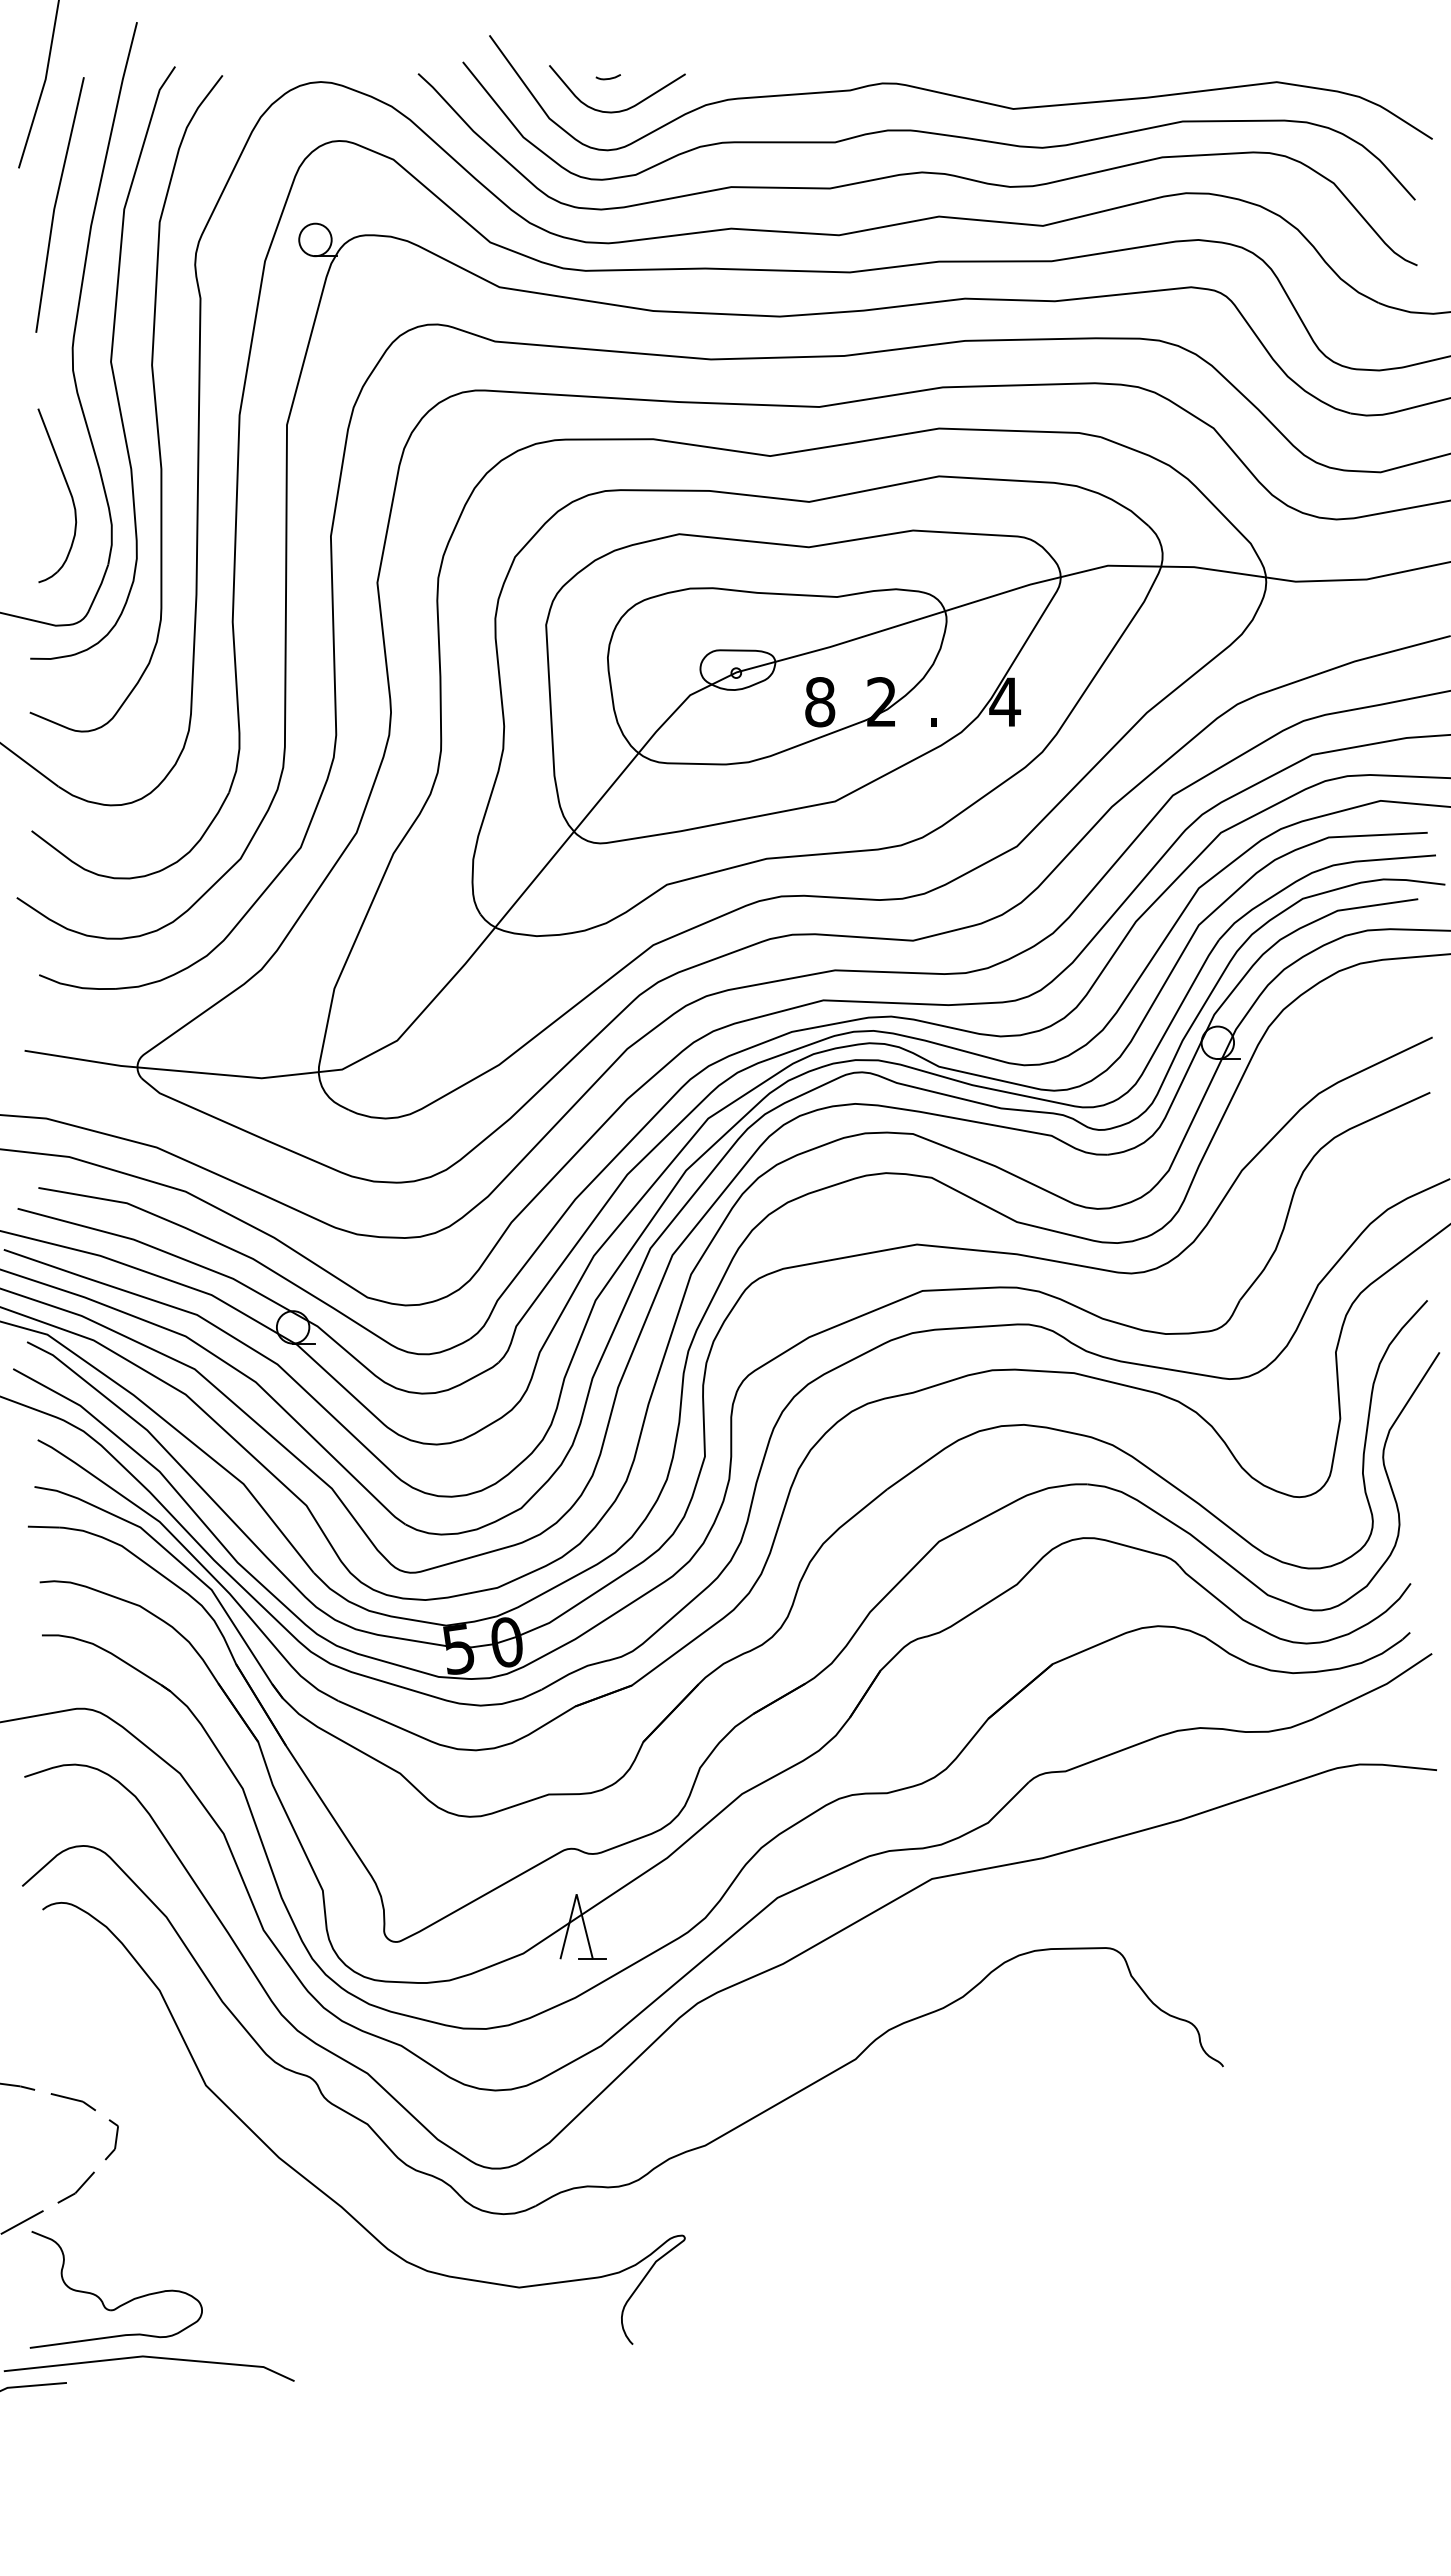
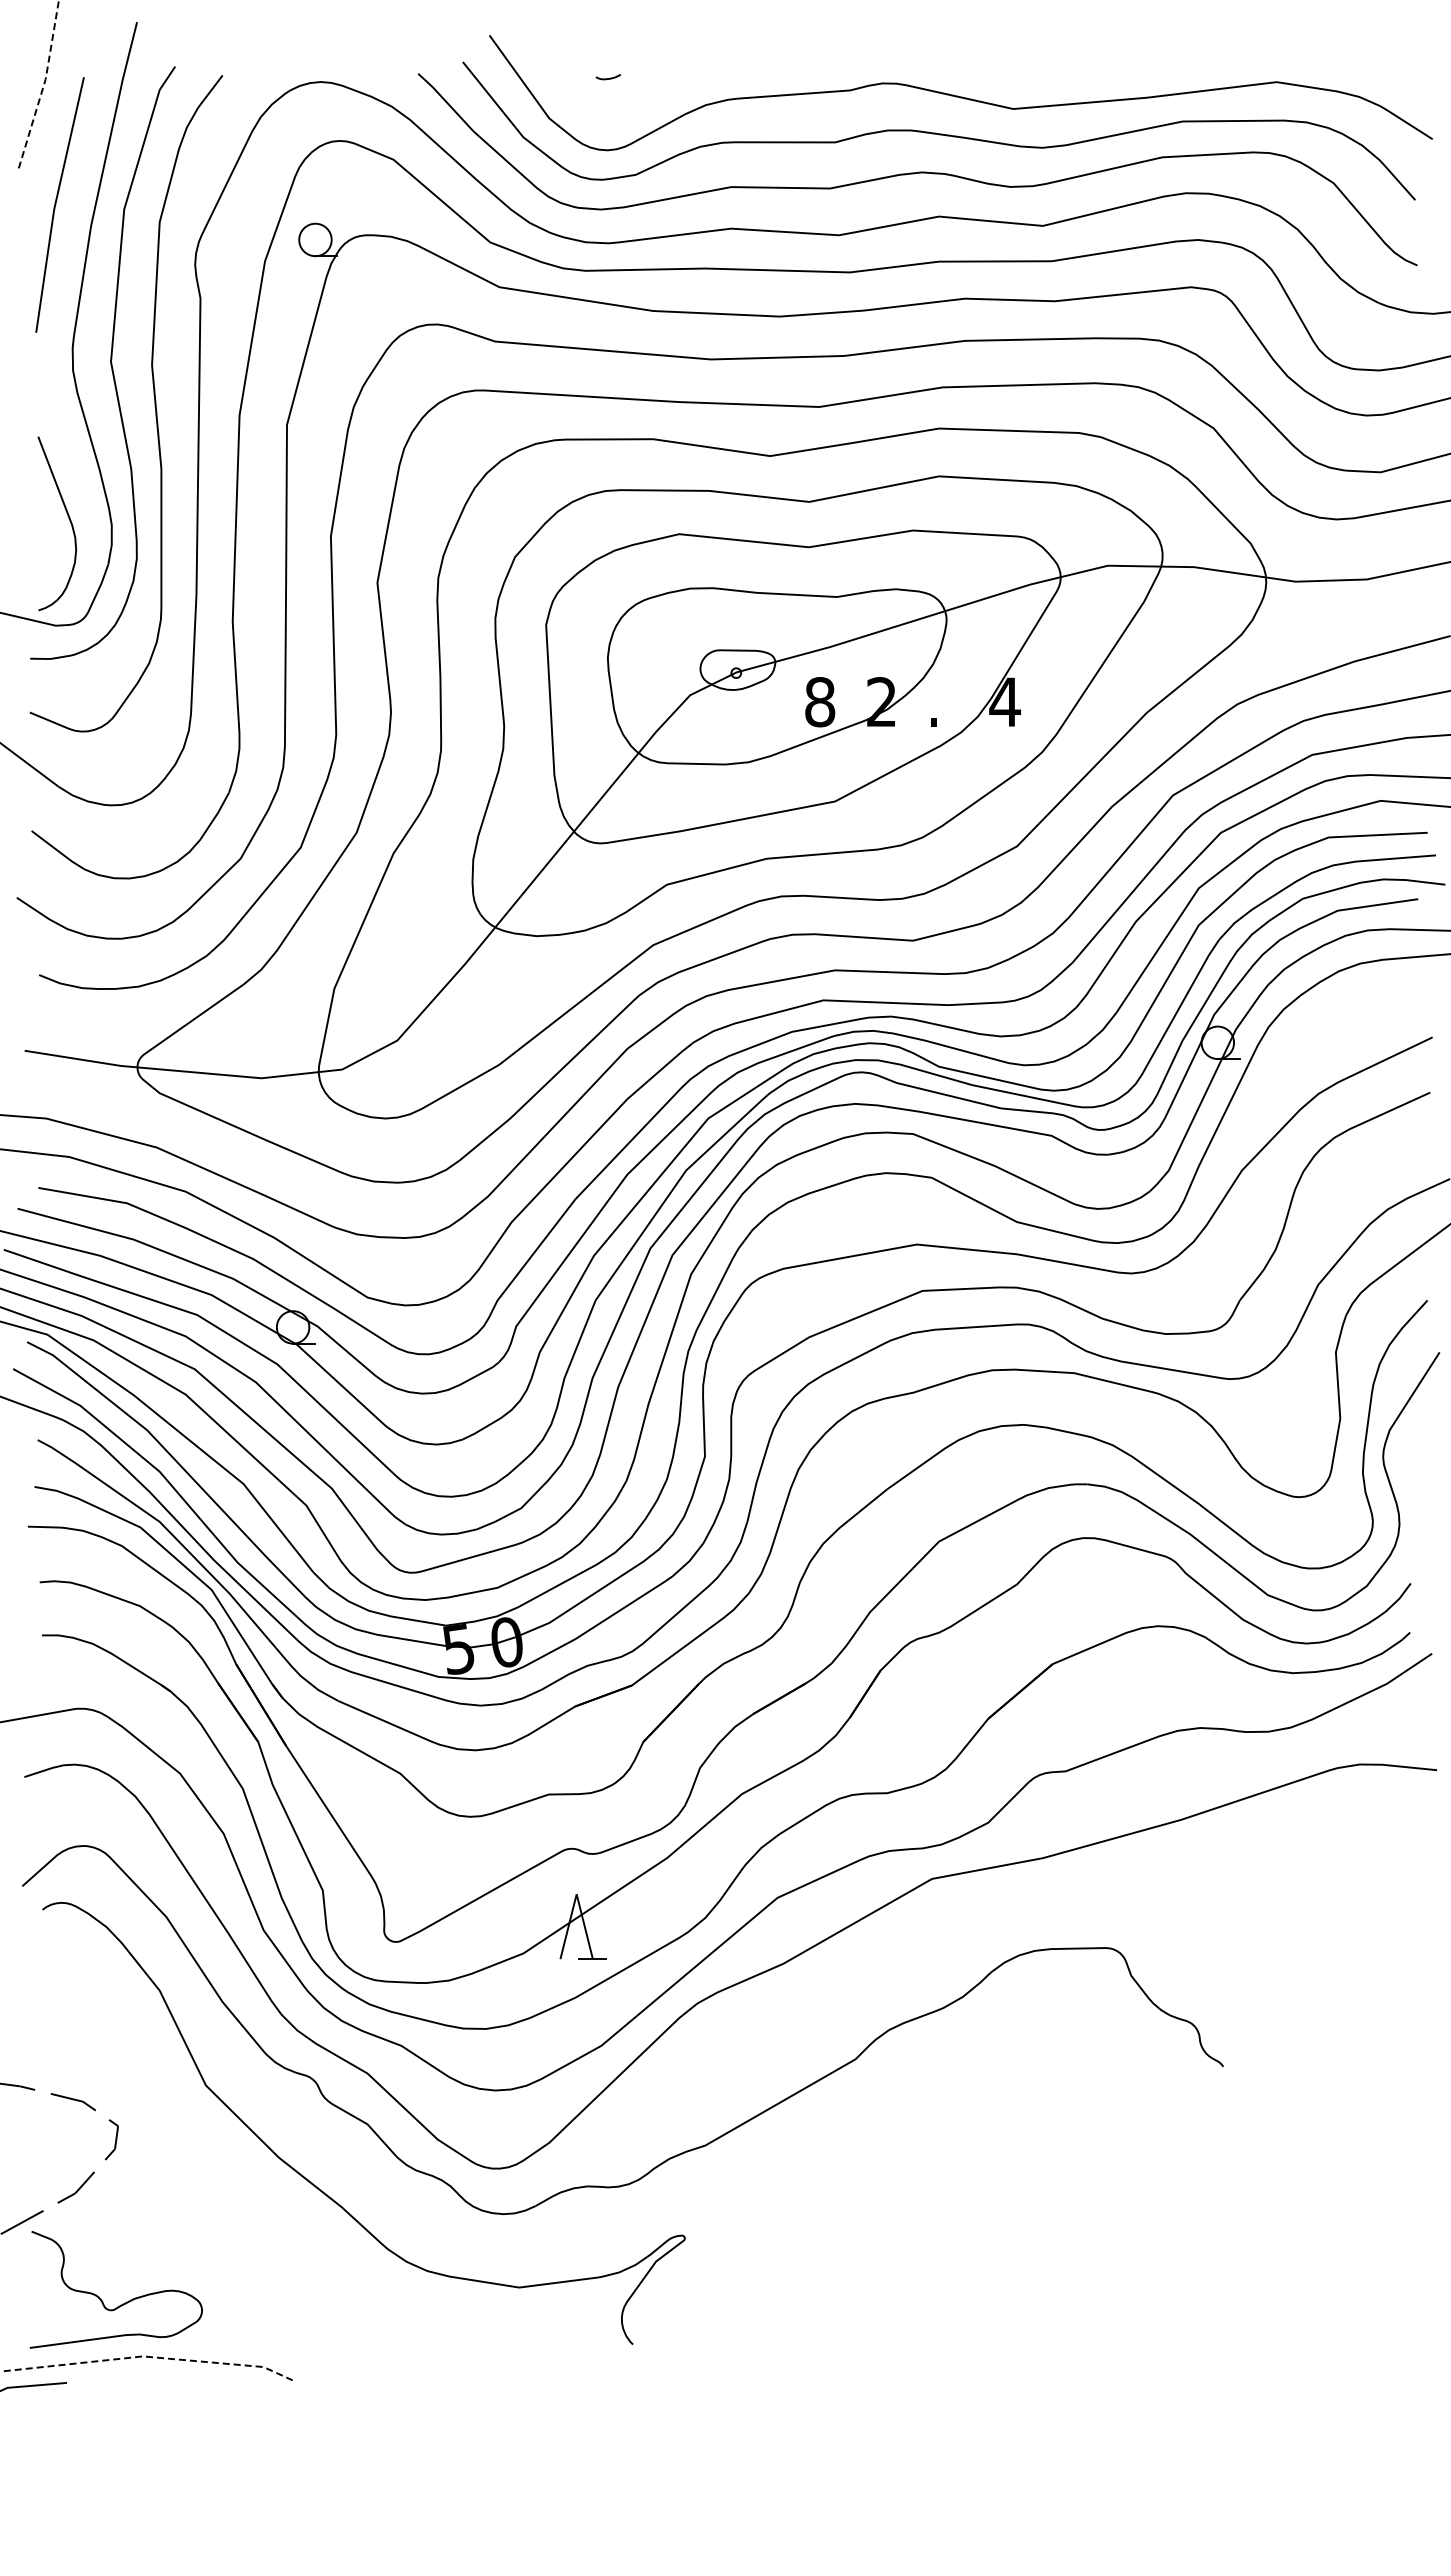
line at (43, 85): solid -> dashed
curve at (622, 109): present -> none
part at (68, 490) position: (68, 490) -> (68, 518)
line at (151, 2357): solid -> dashed
